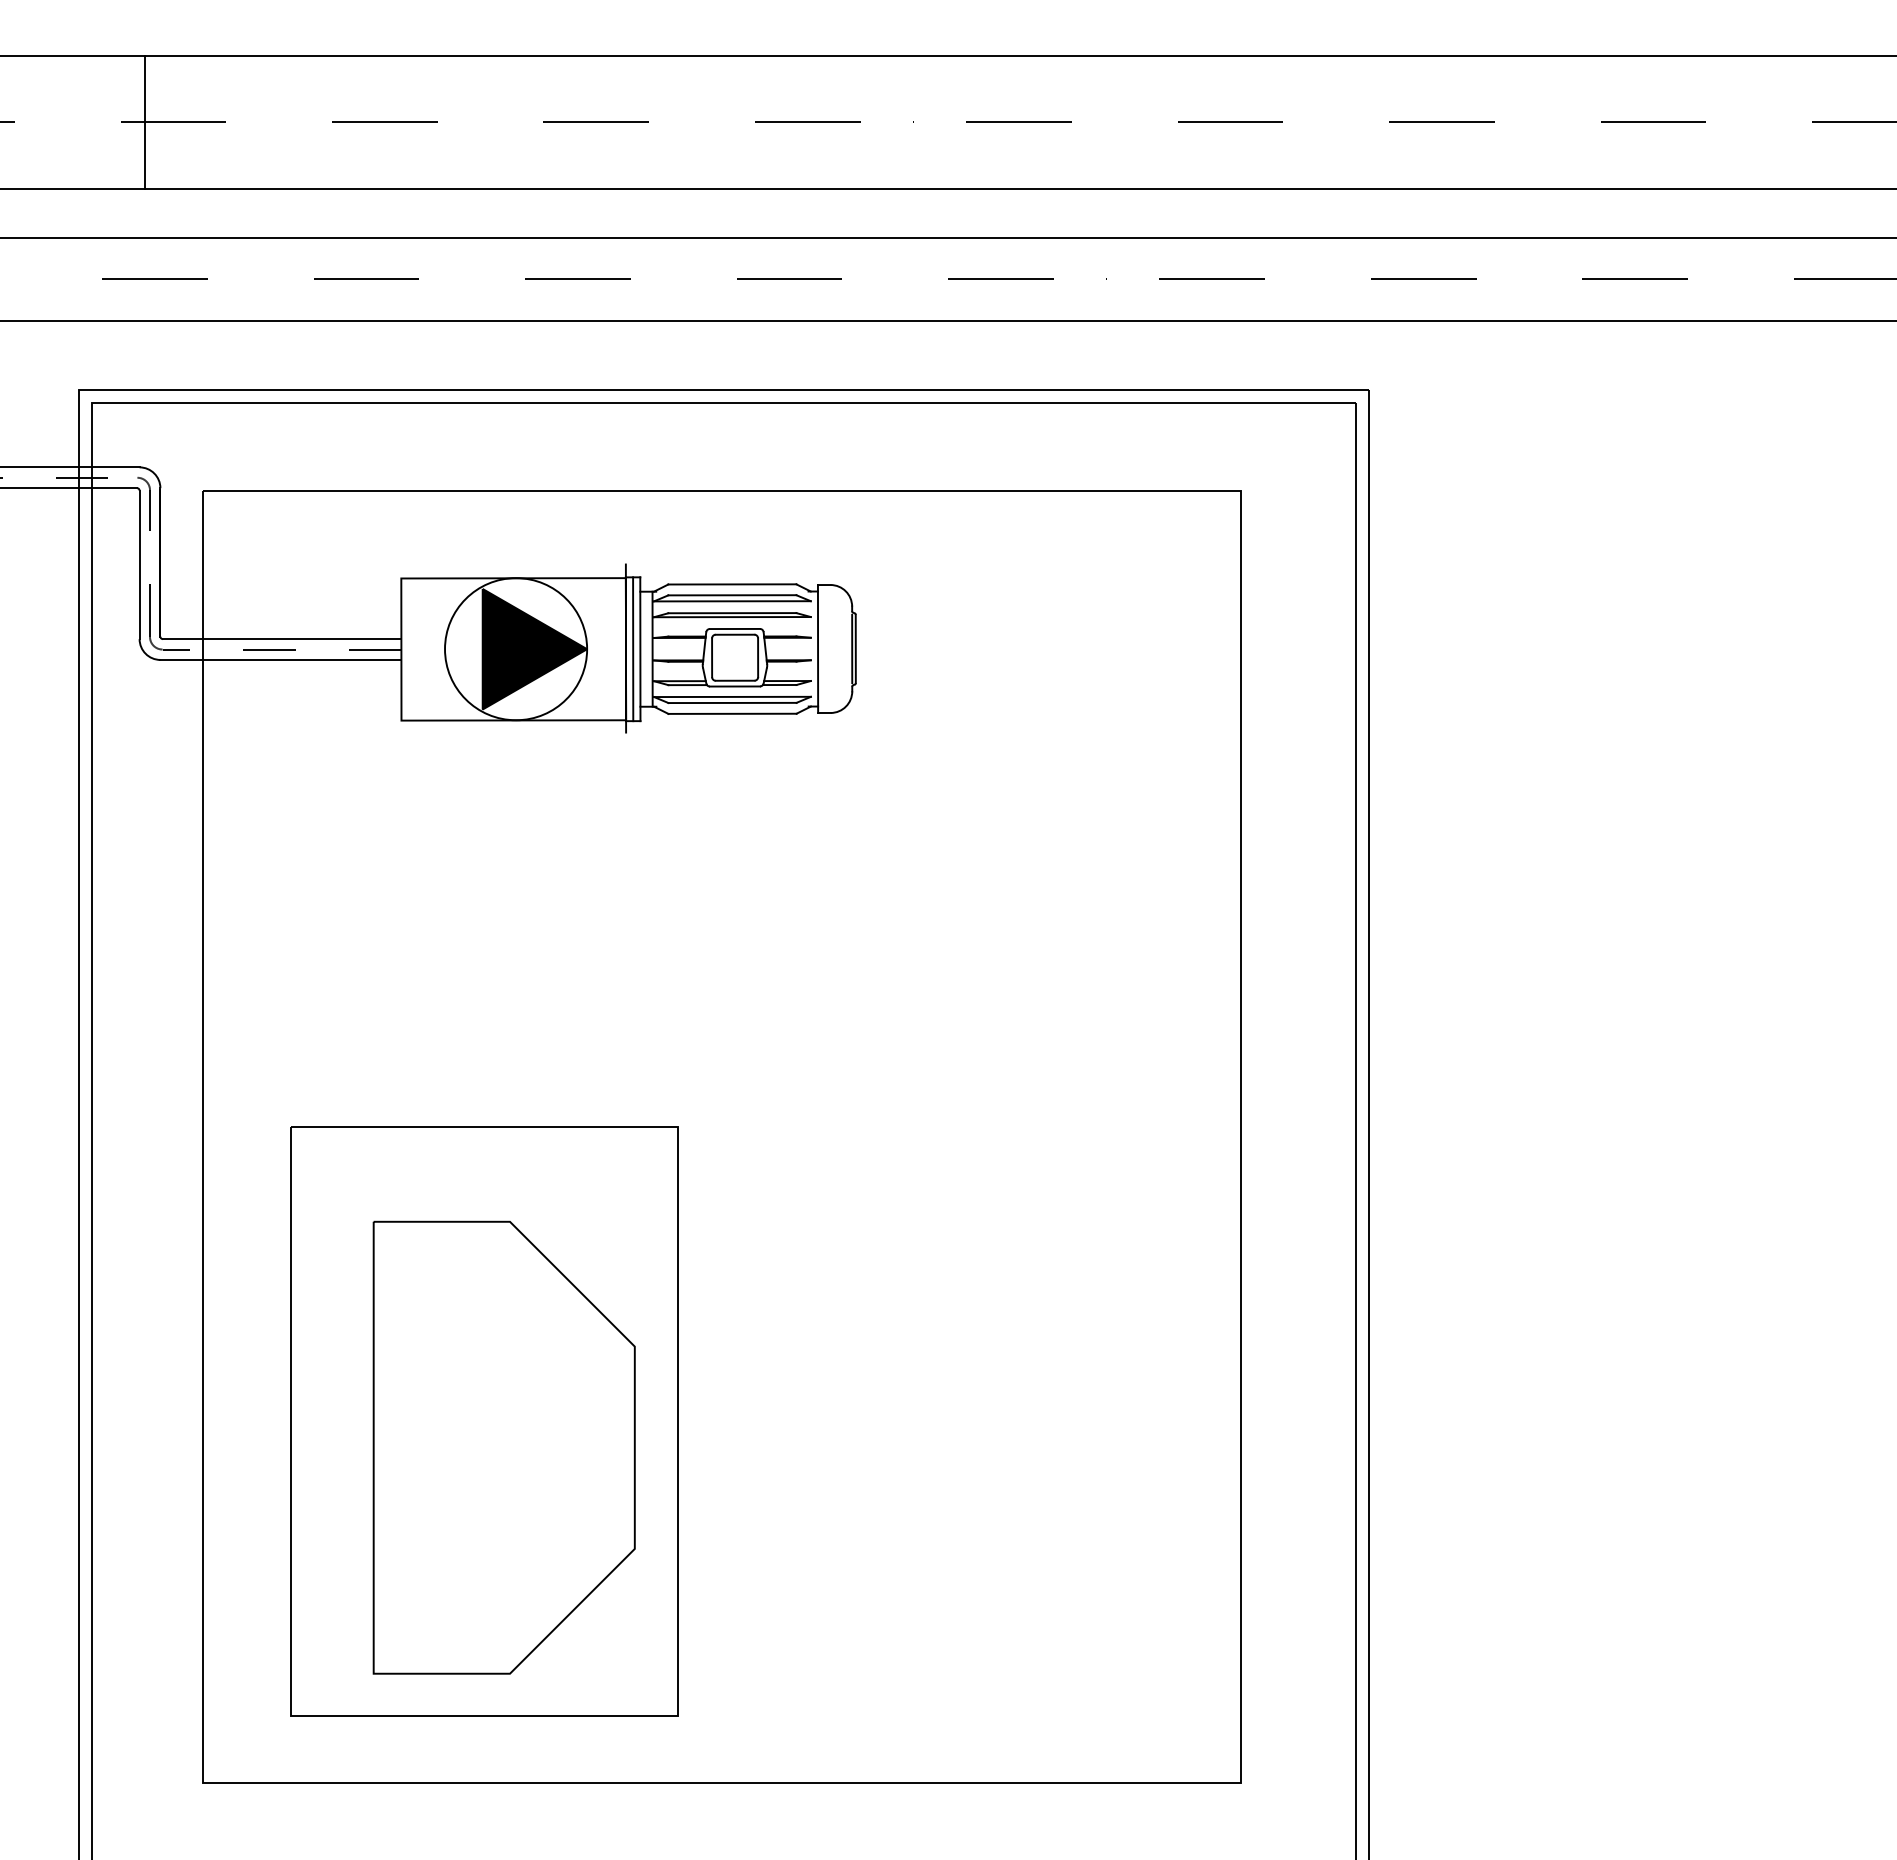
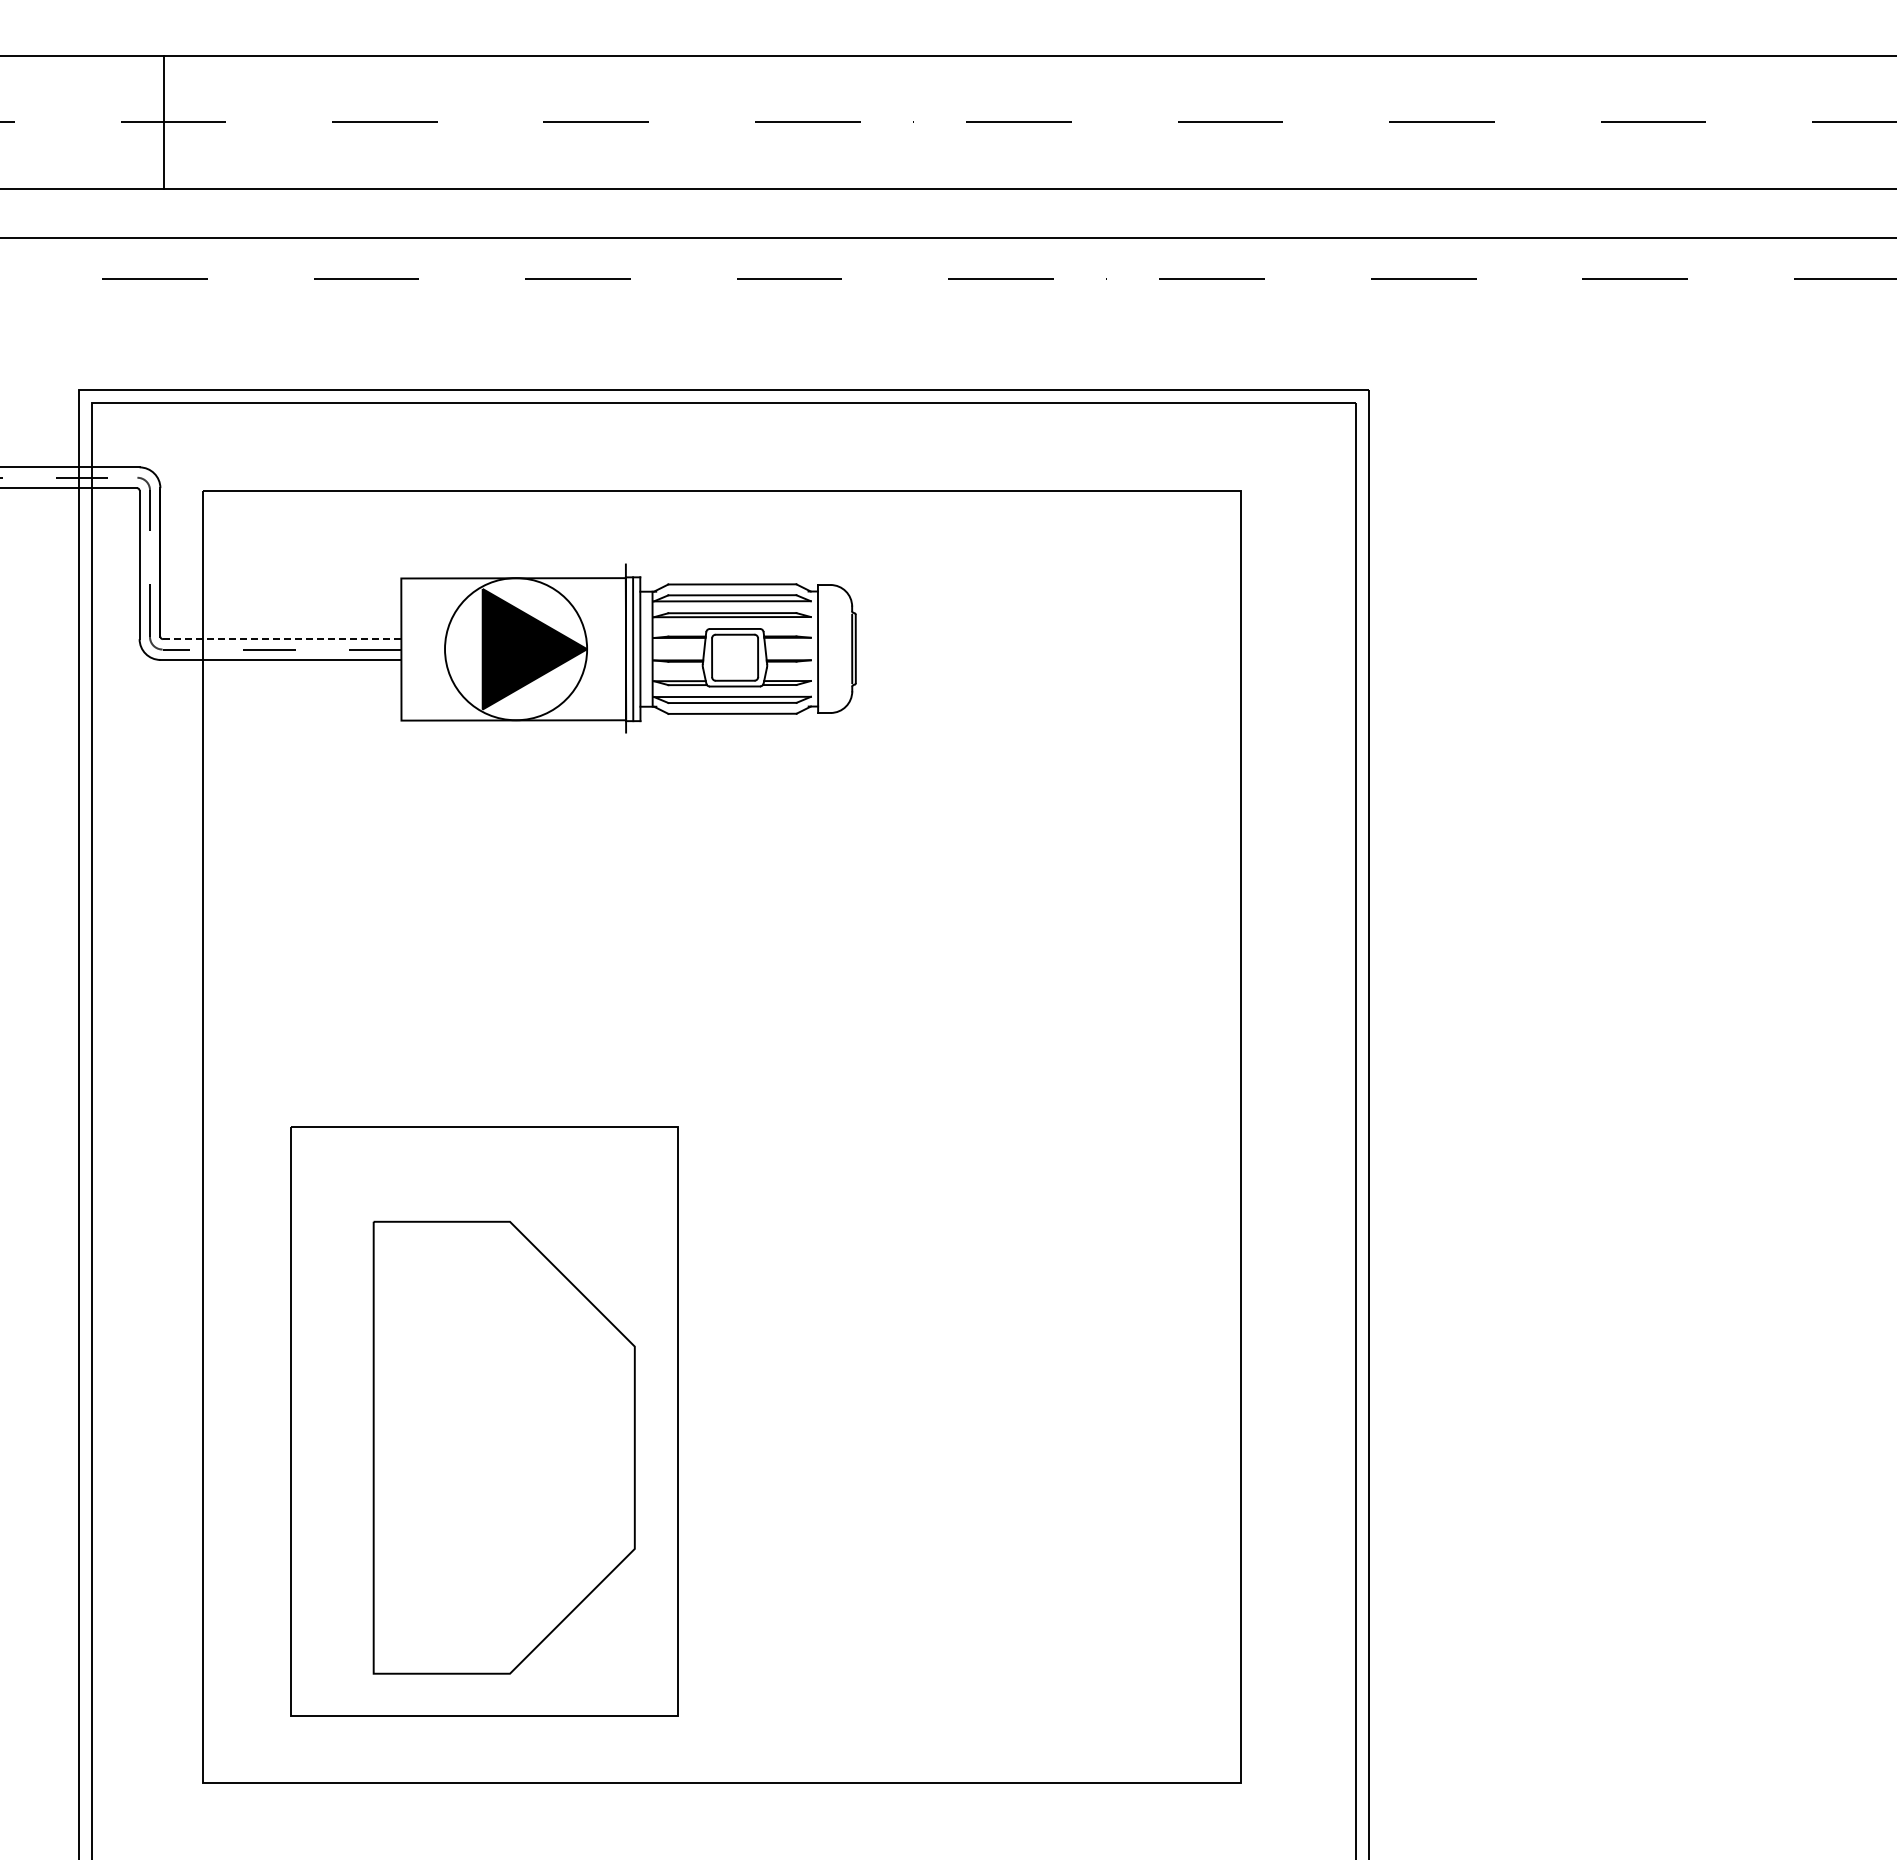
line at (144, 122) position: (144, 122) -> (163, 122)
line at (947, 320): present -> none
line at (281, 639): solid -> dashed
